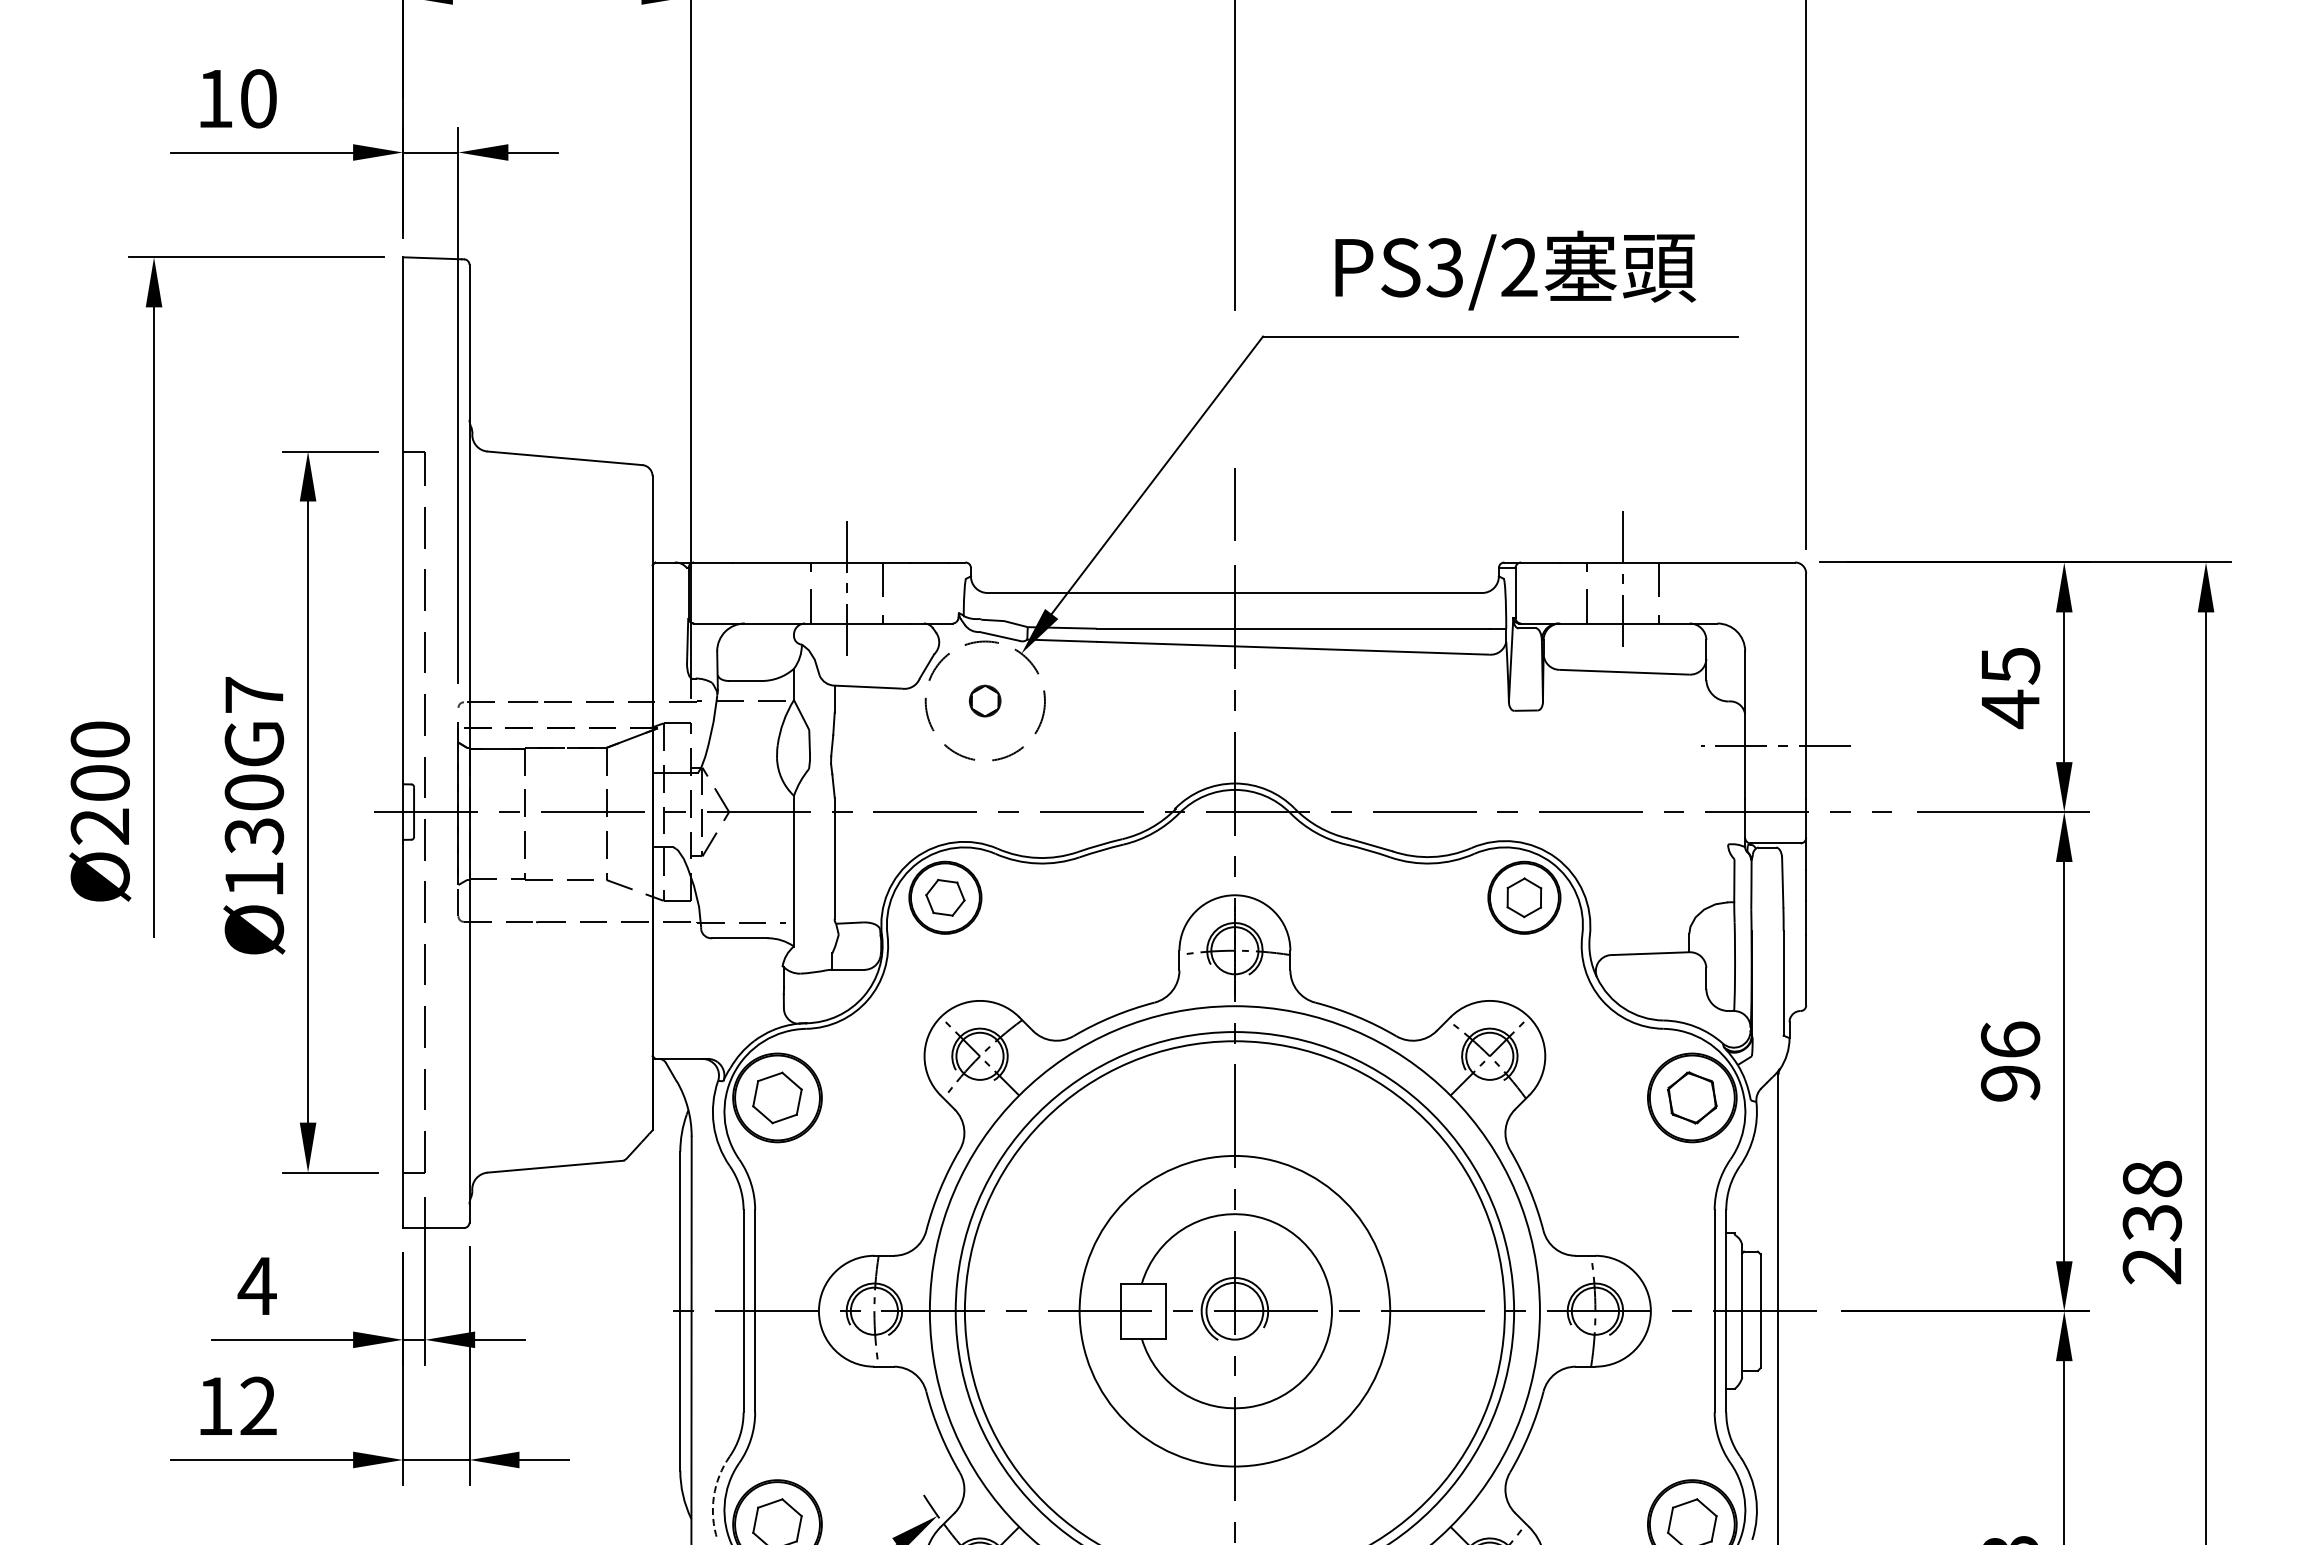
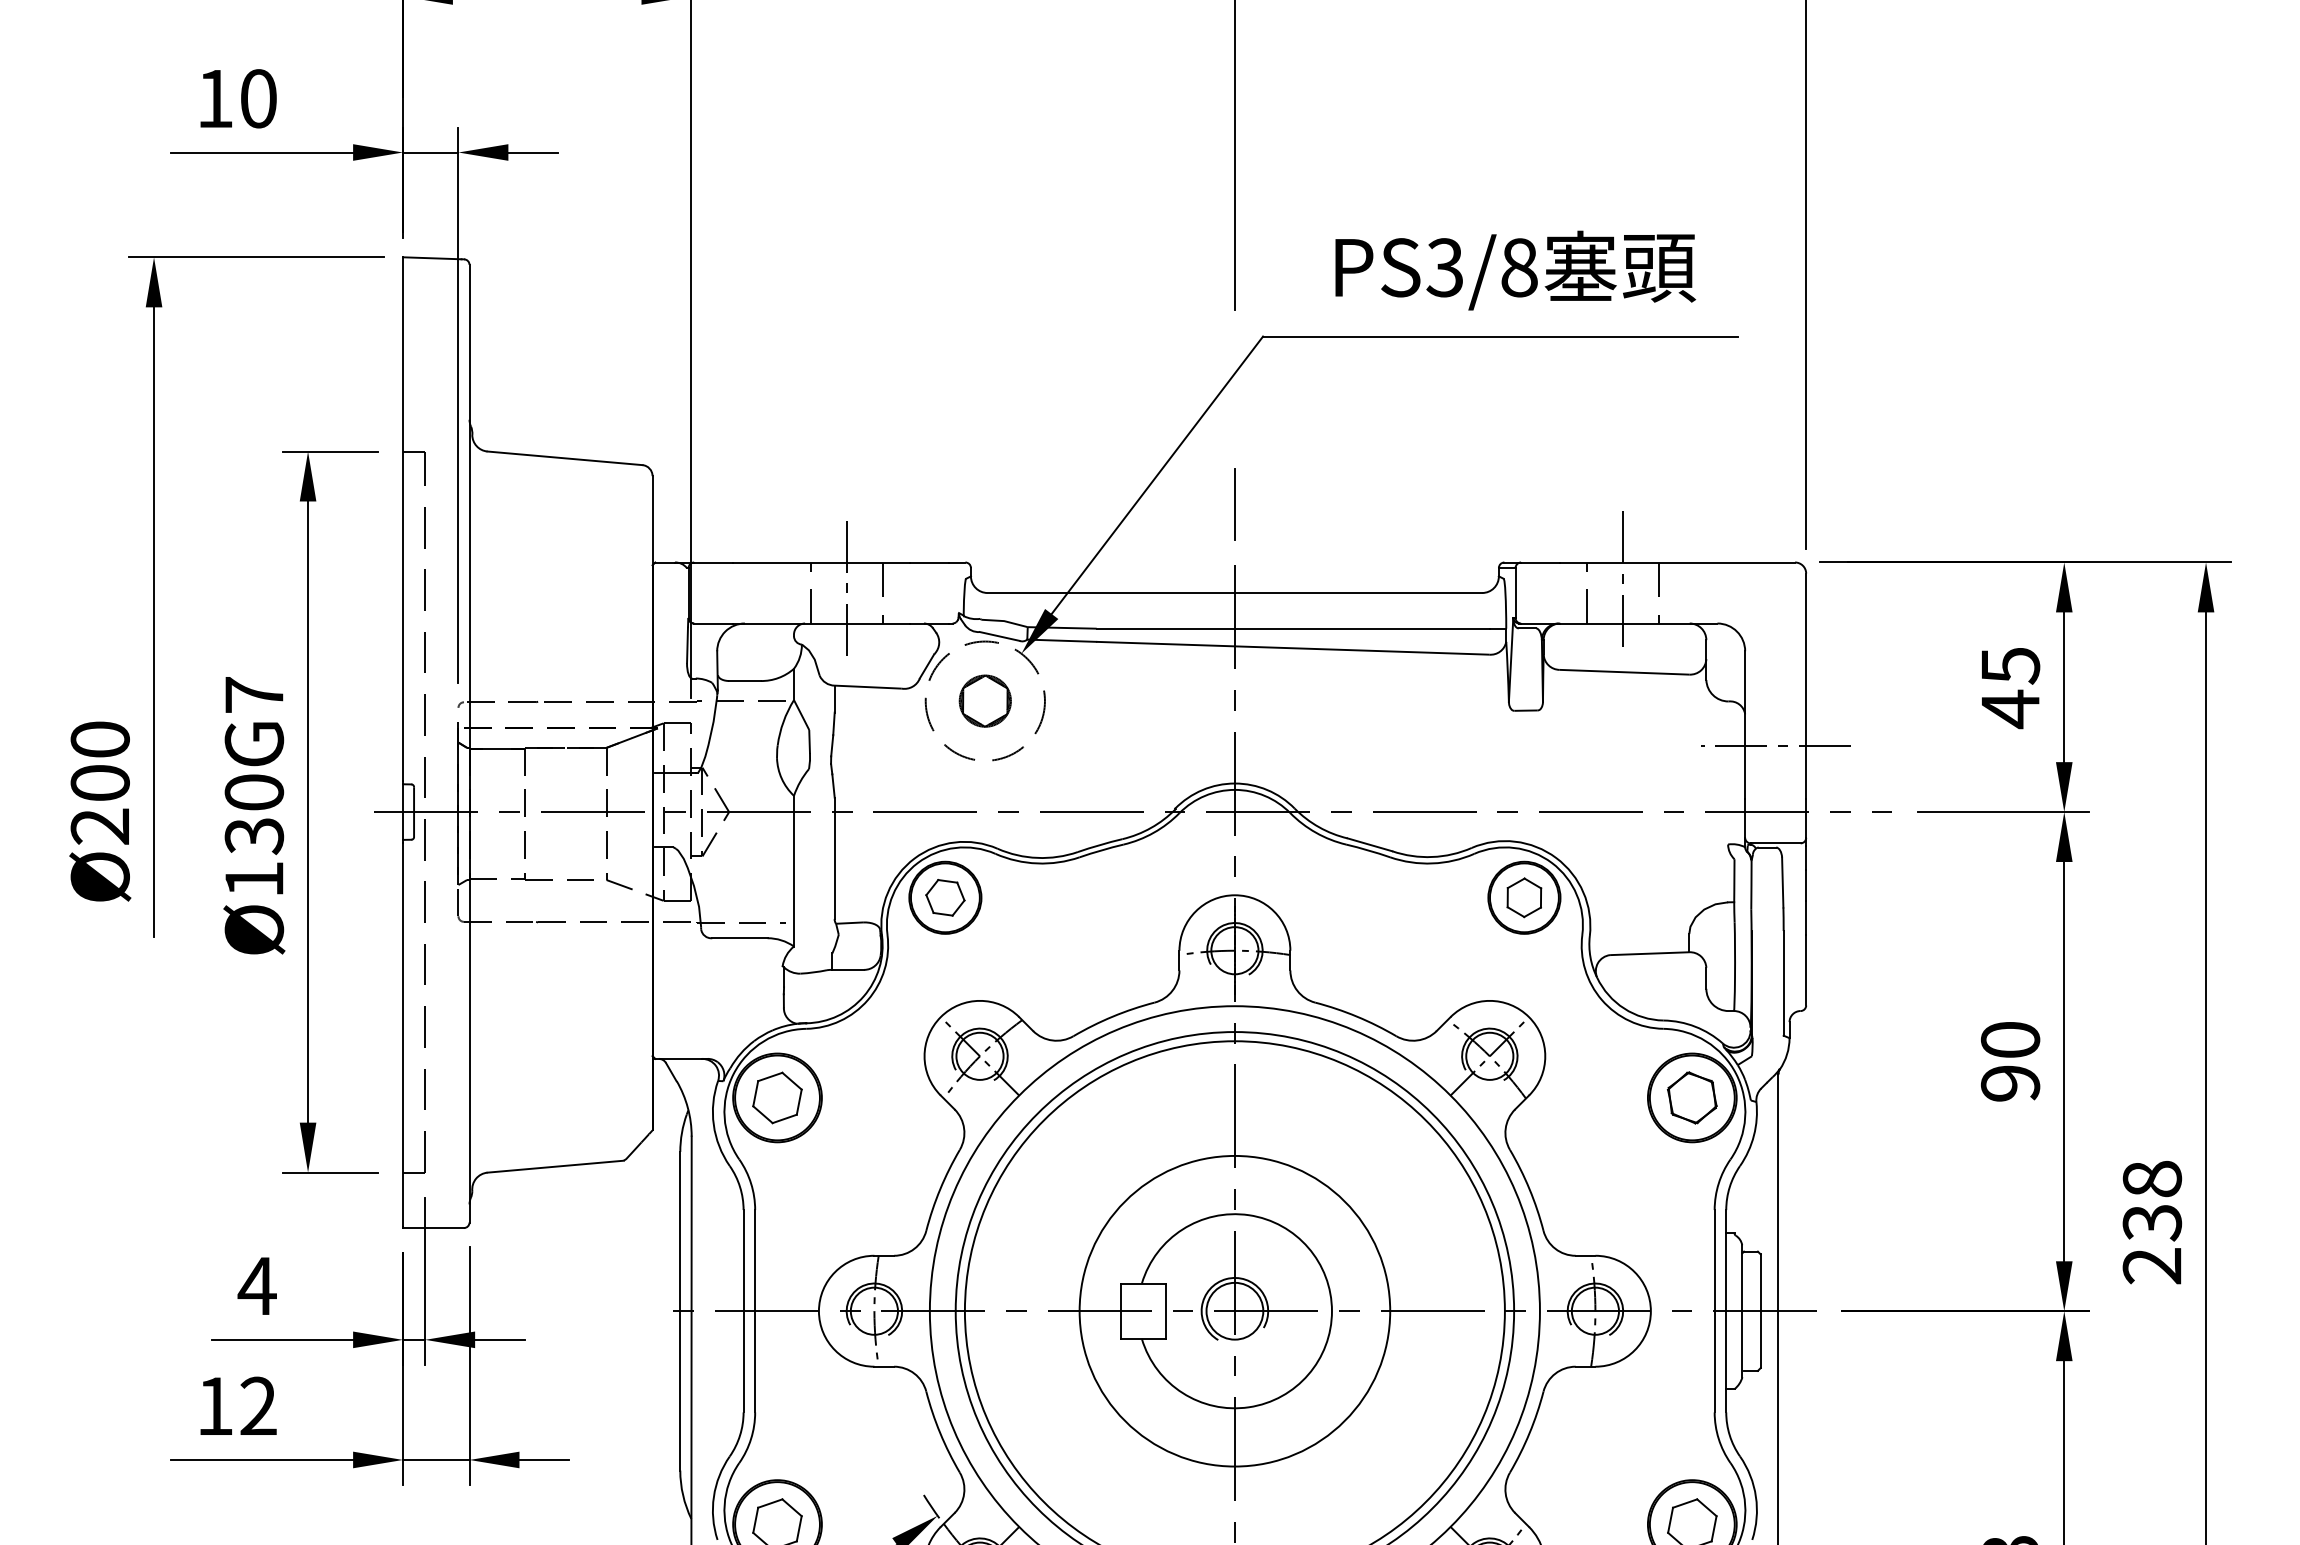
text at (1519, 267): PS3/2 -> PS3/8
part at (985, 700) size: 33x34 px -> 54x54 px
text at (2010, 1039): 96 -> 90
arc at (713, 1496): dashed -> solid
